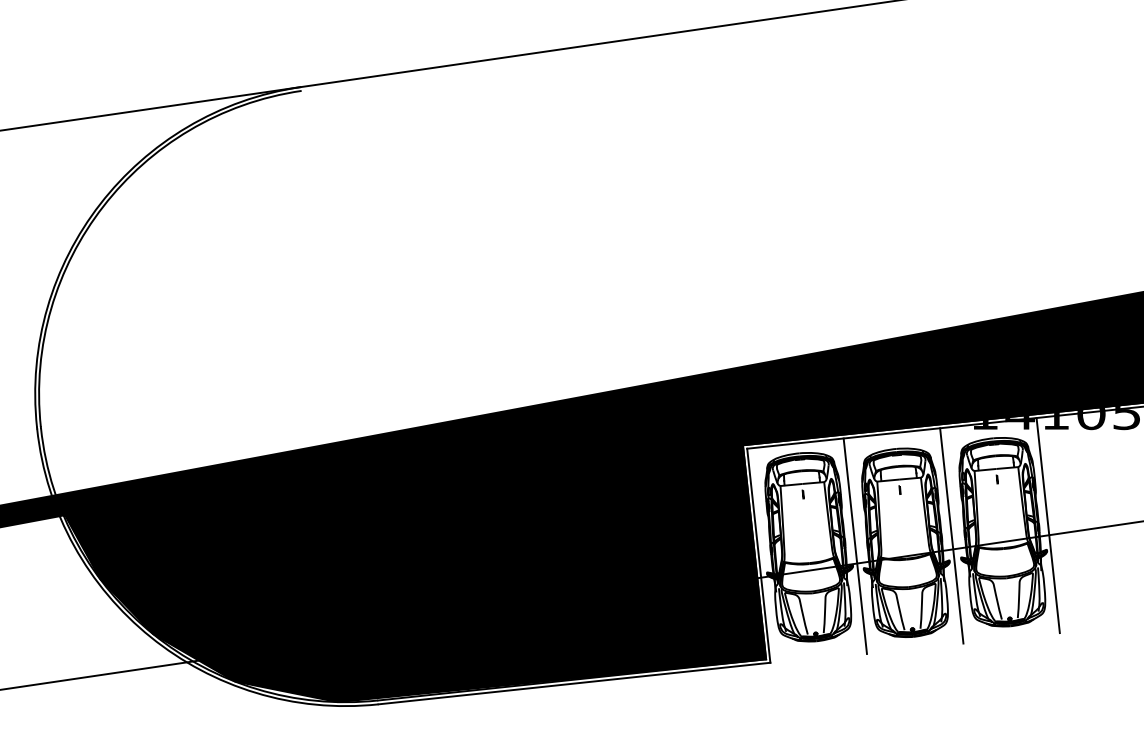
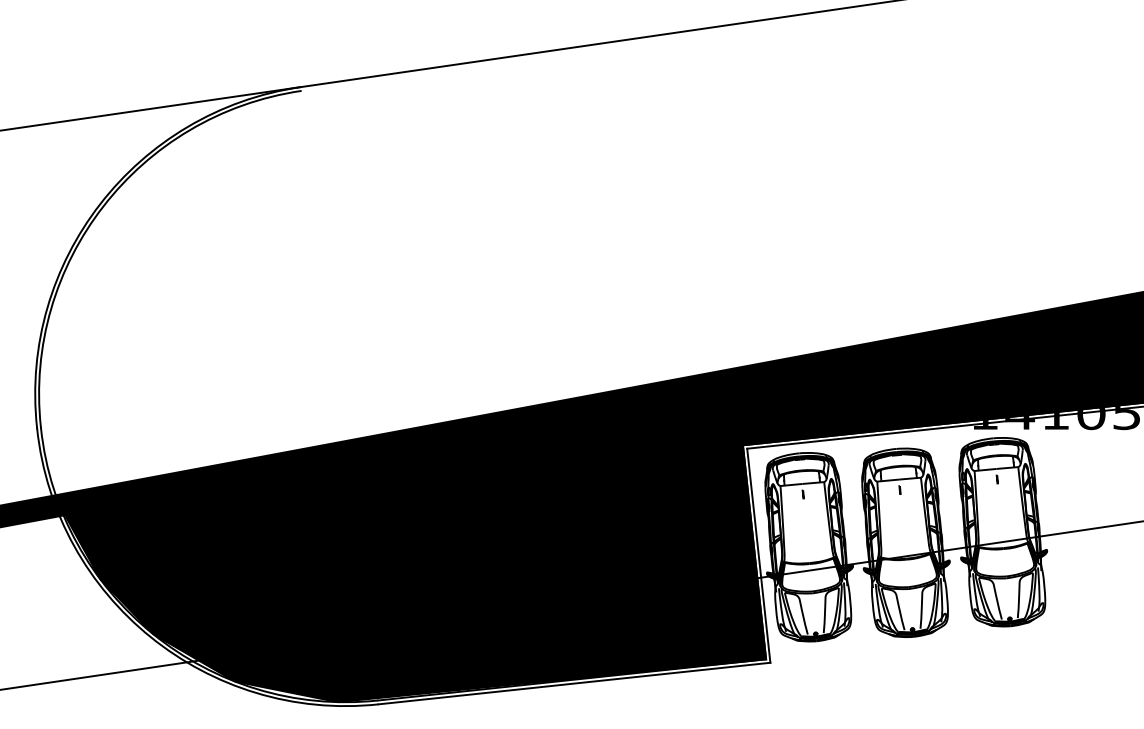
line at (1047, 525): present -> none
line at (951, 535): present -> none
line at (854, 545): present -> none
